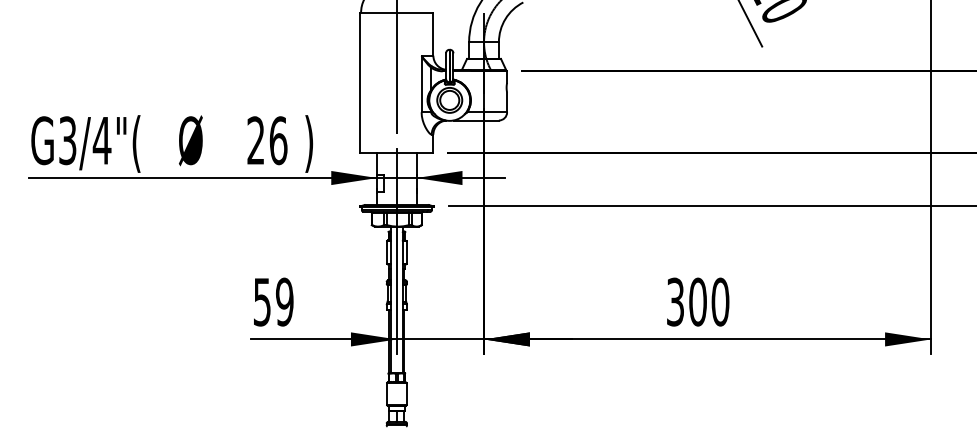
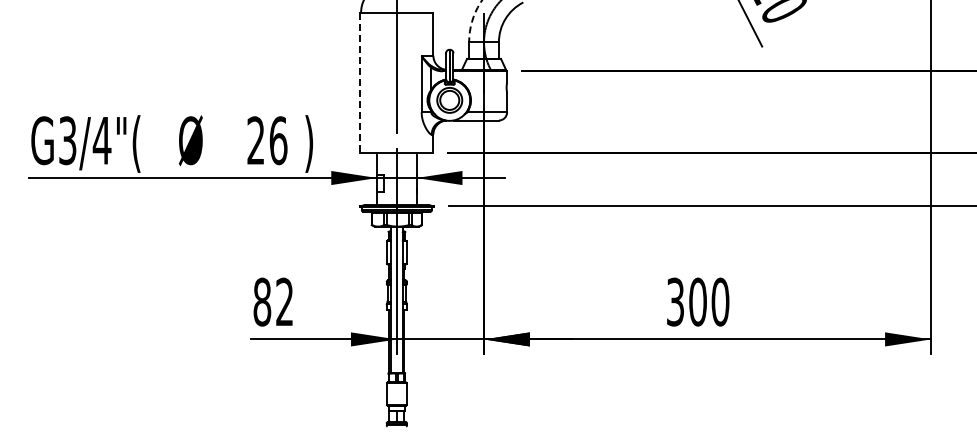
arc at (472, 20): solid -> dashed
line at (360, 82): solid -> dashed
text at (273, 301): 59 -> 82
